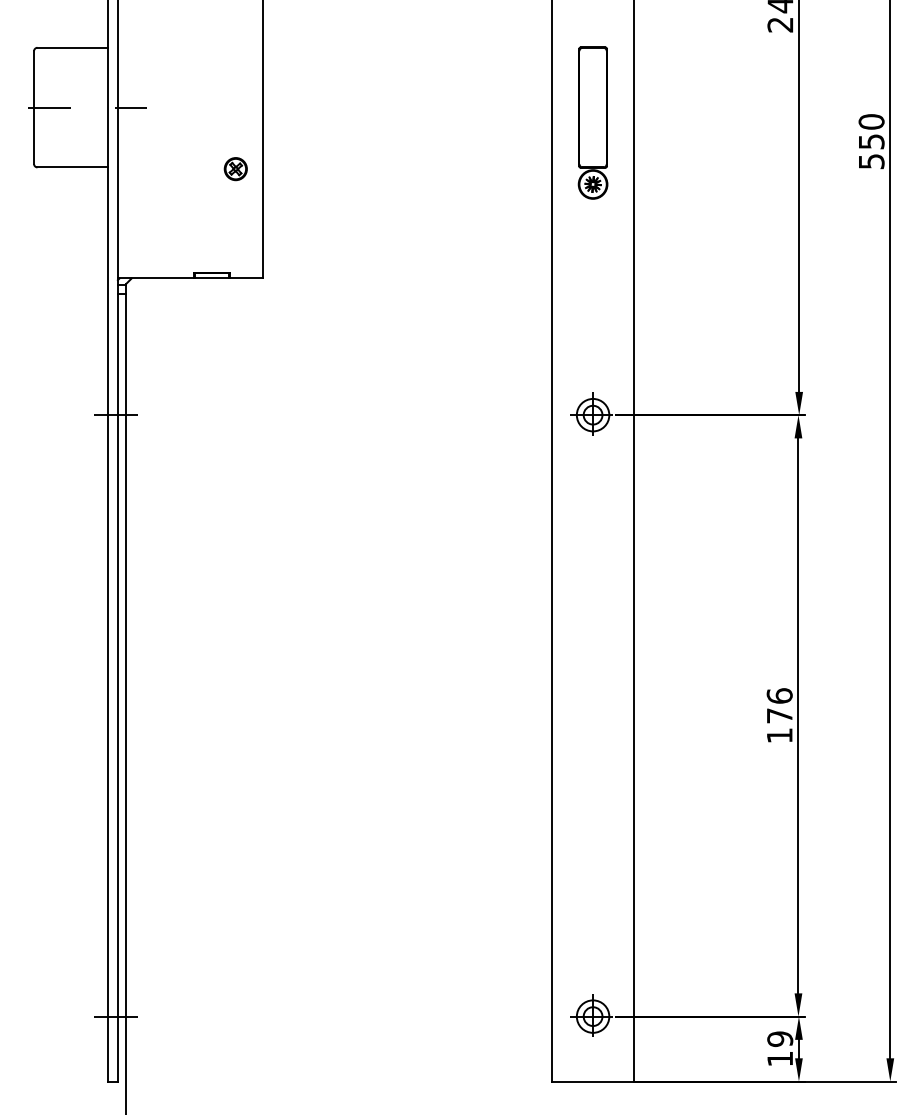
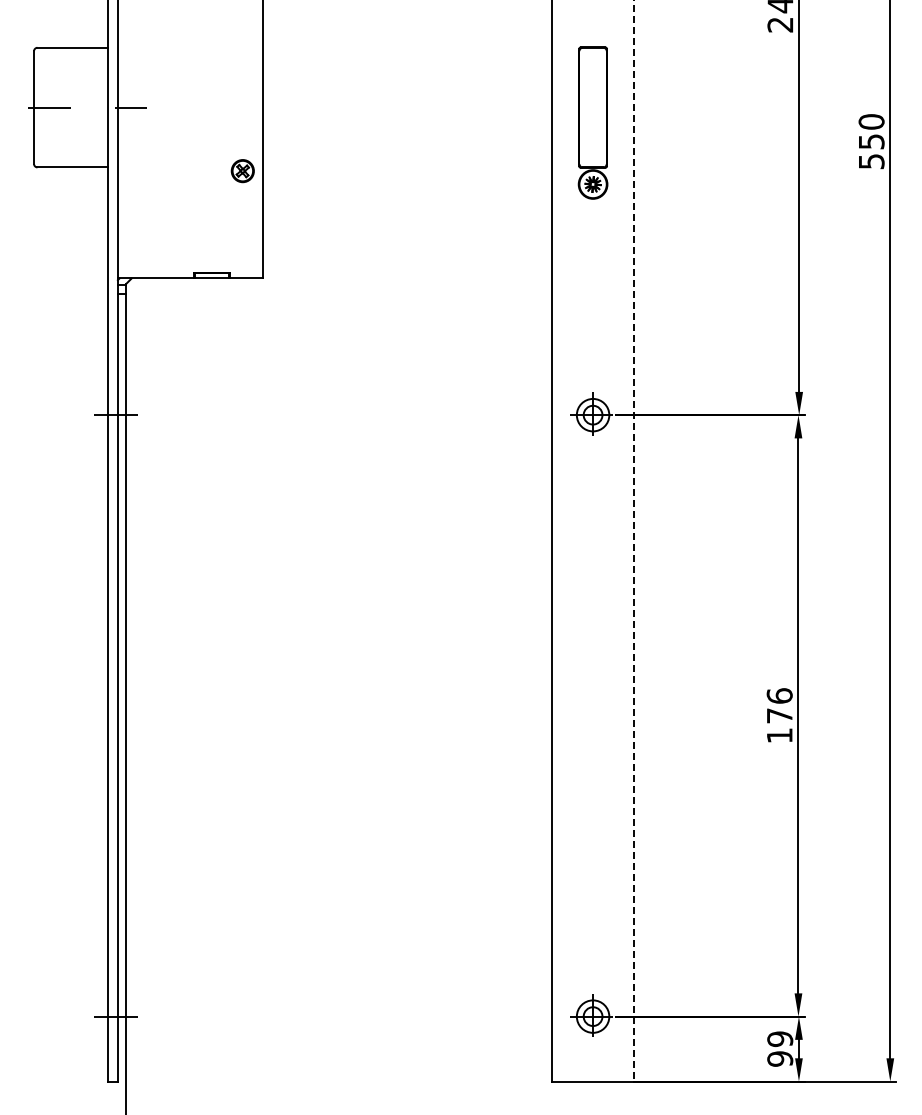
part at (235, 169) position: (235, 169) -> (242, 171)
line at (634, 541): solid -> dashed
text at (780, 1058): 19 -> 99
